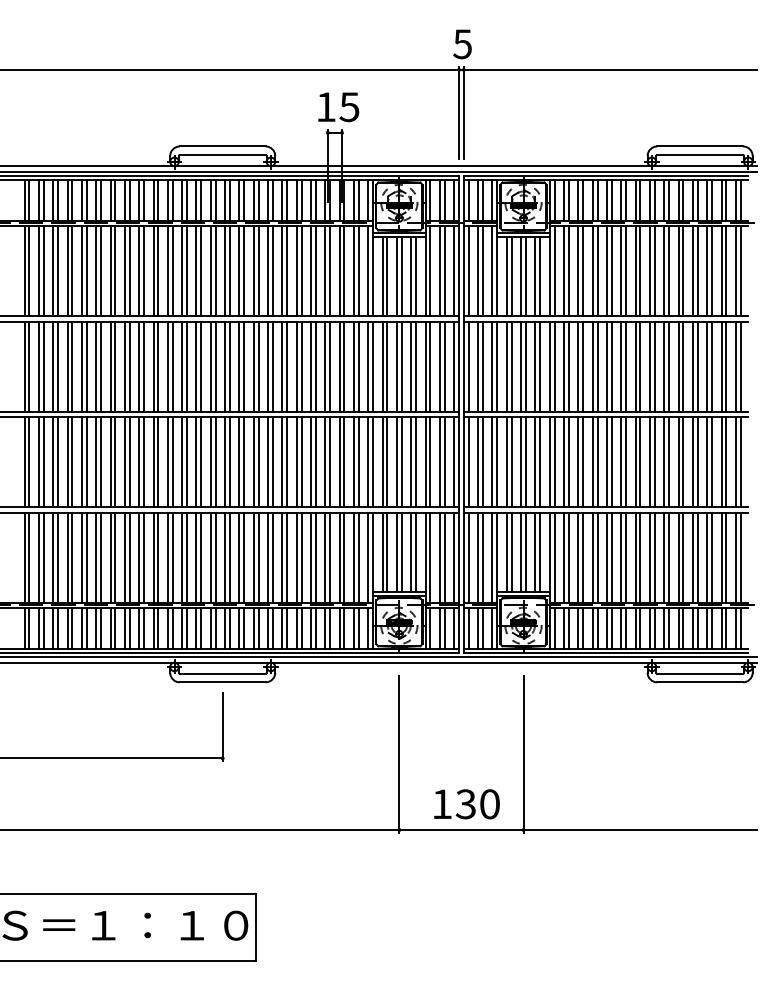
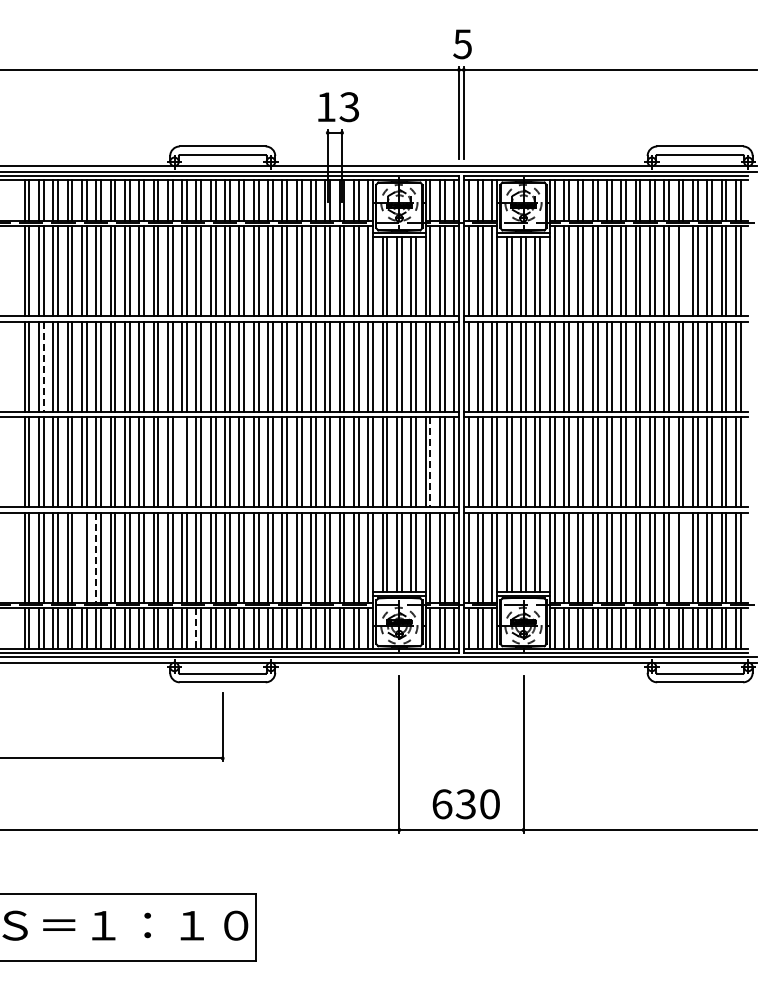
text at (349, 106): 15 -> 13
line at (683, 271): present -> none
line at (43, 366): solid -> dashed
line at (182, 462): present -> none
line at (430, 462): solid -> dashed
line at (81, 557): present -> none
line at (96, 557): solid -> dashed
line at (683, 557): present -> none
line at (196, 629): solid -> dashed
text at (442, 804): 130 -> 630
